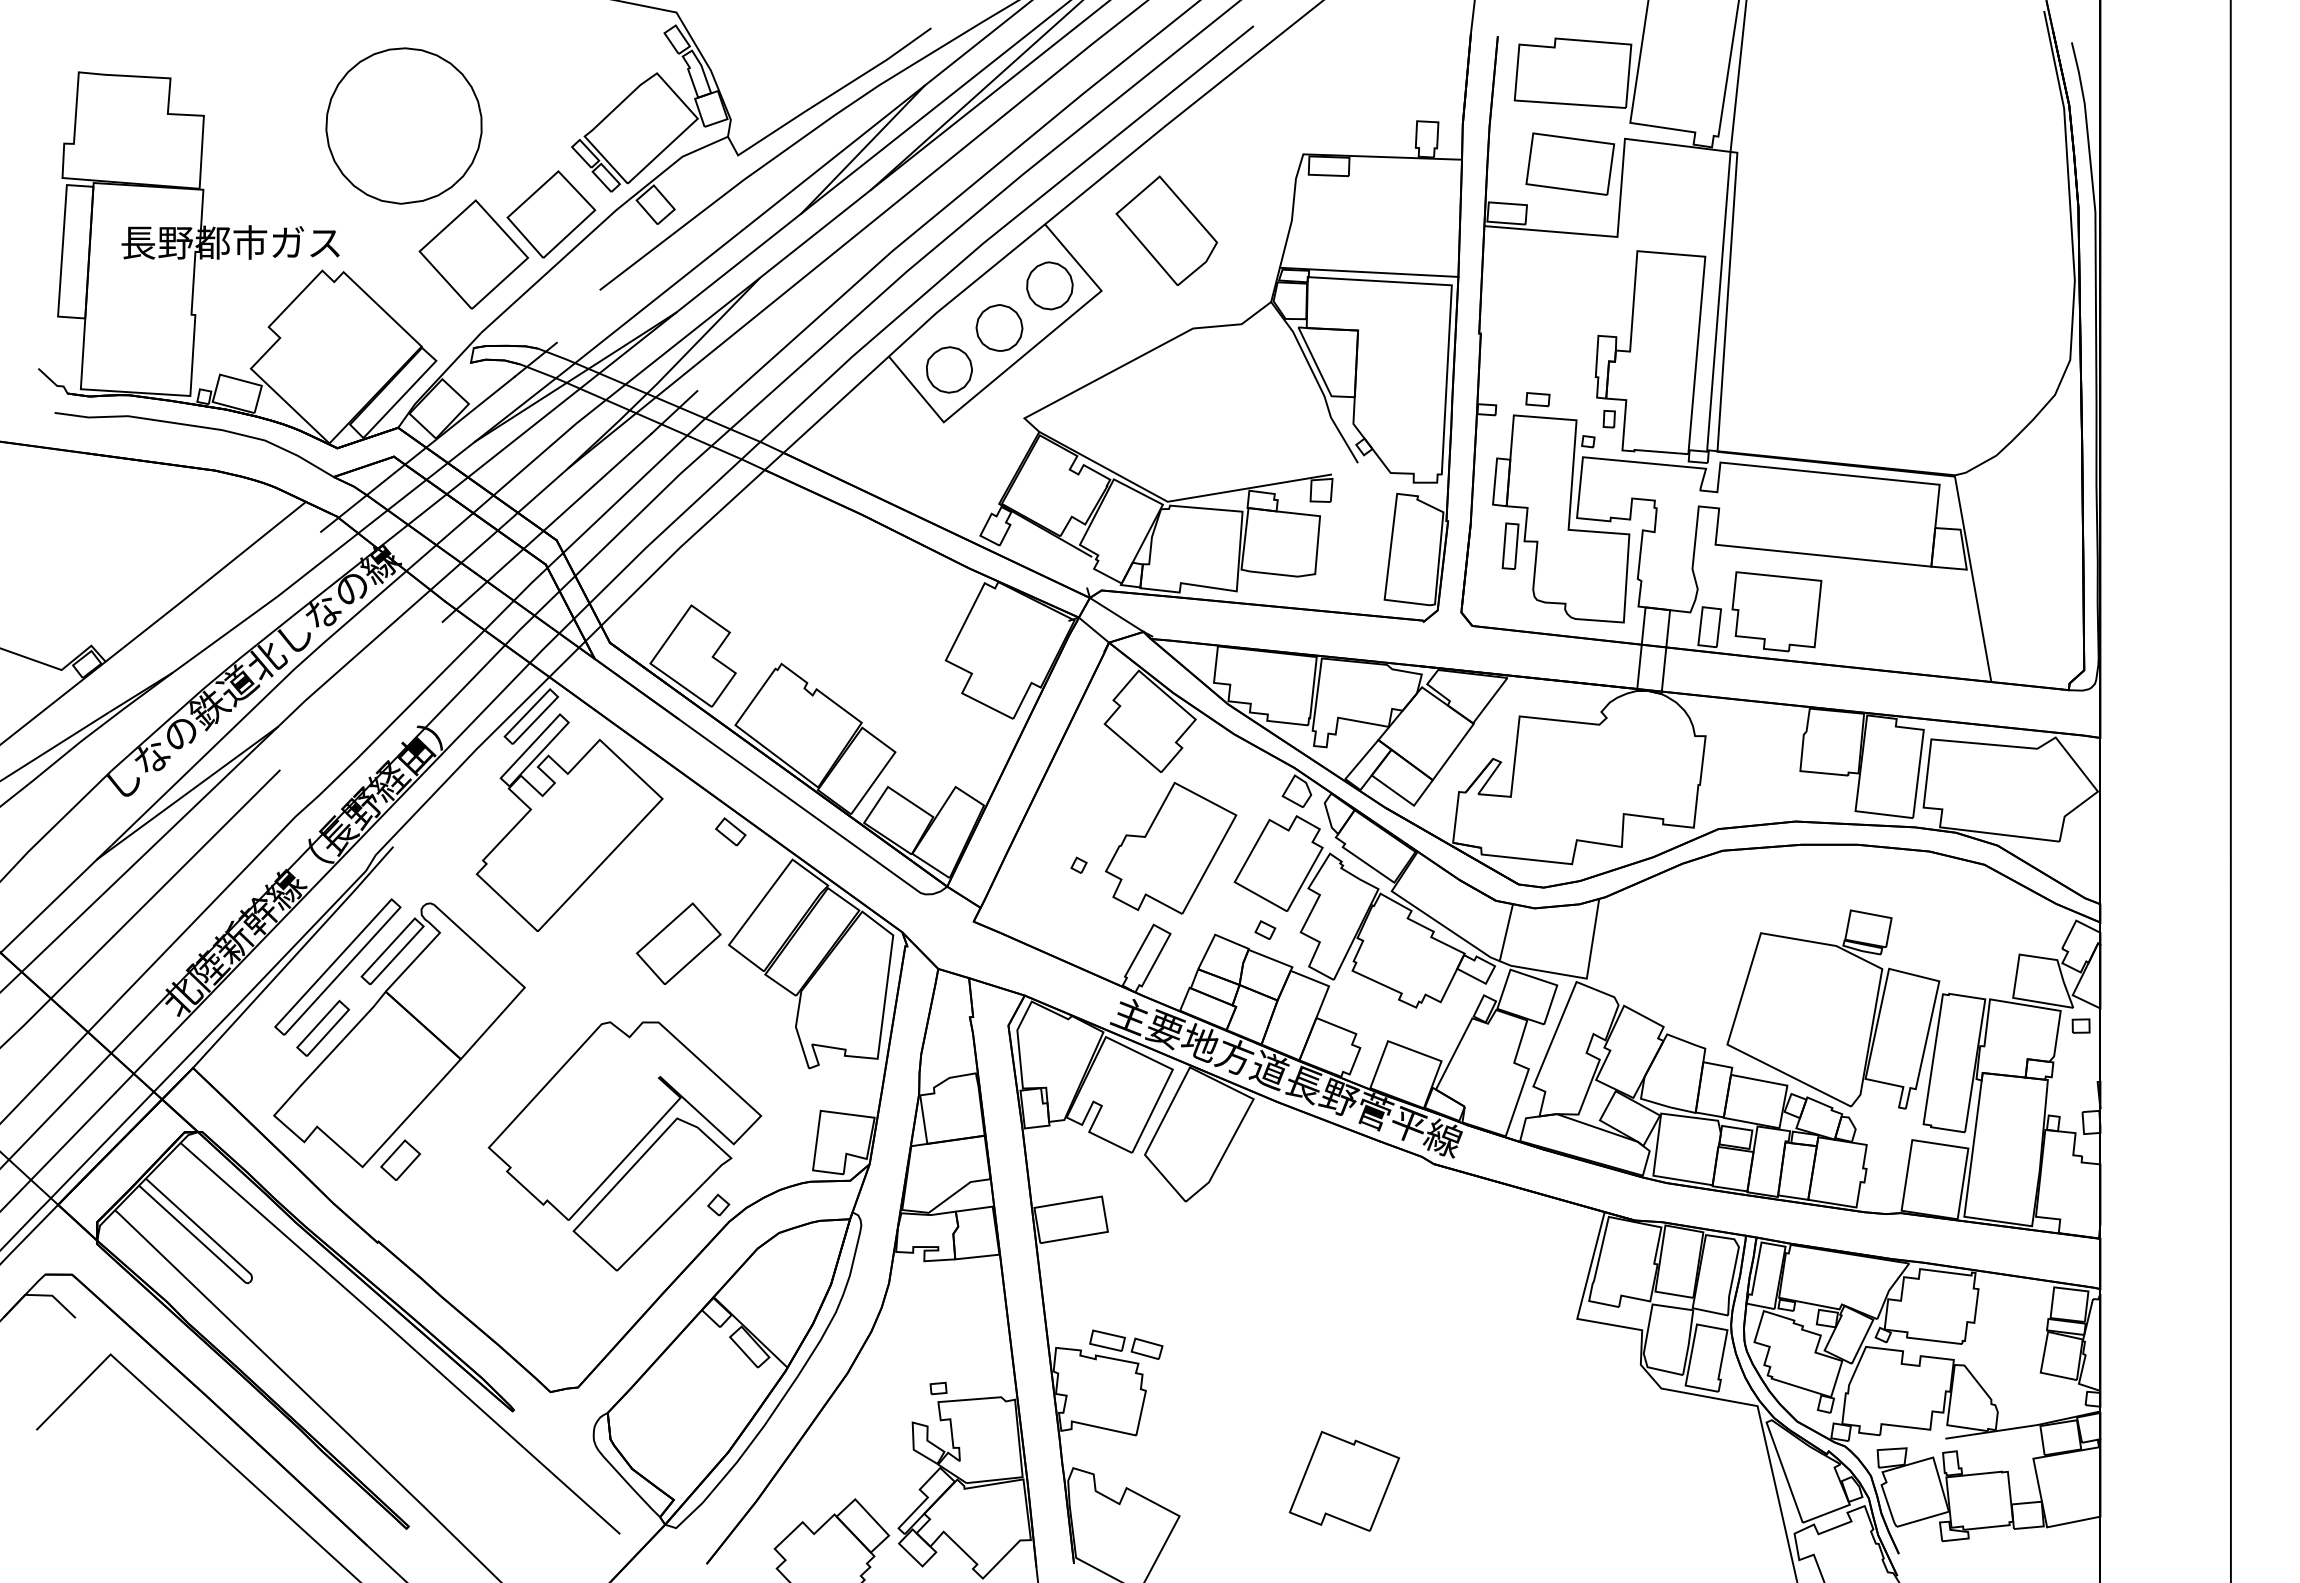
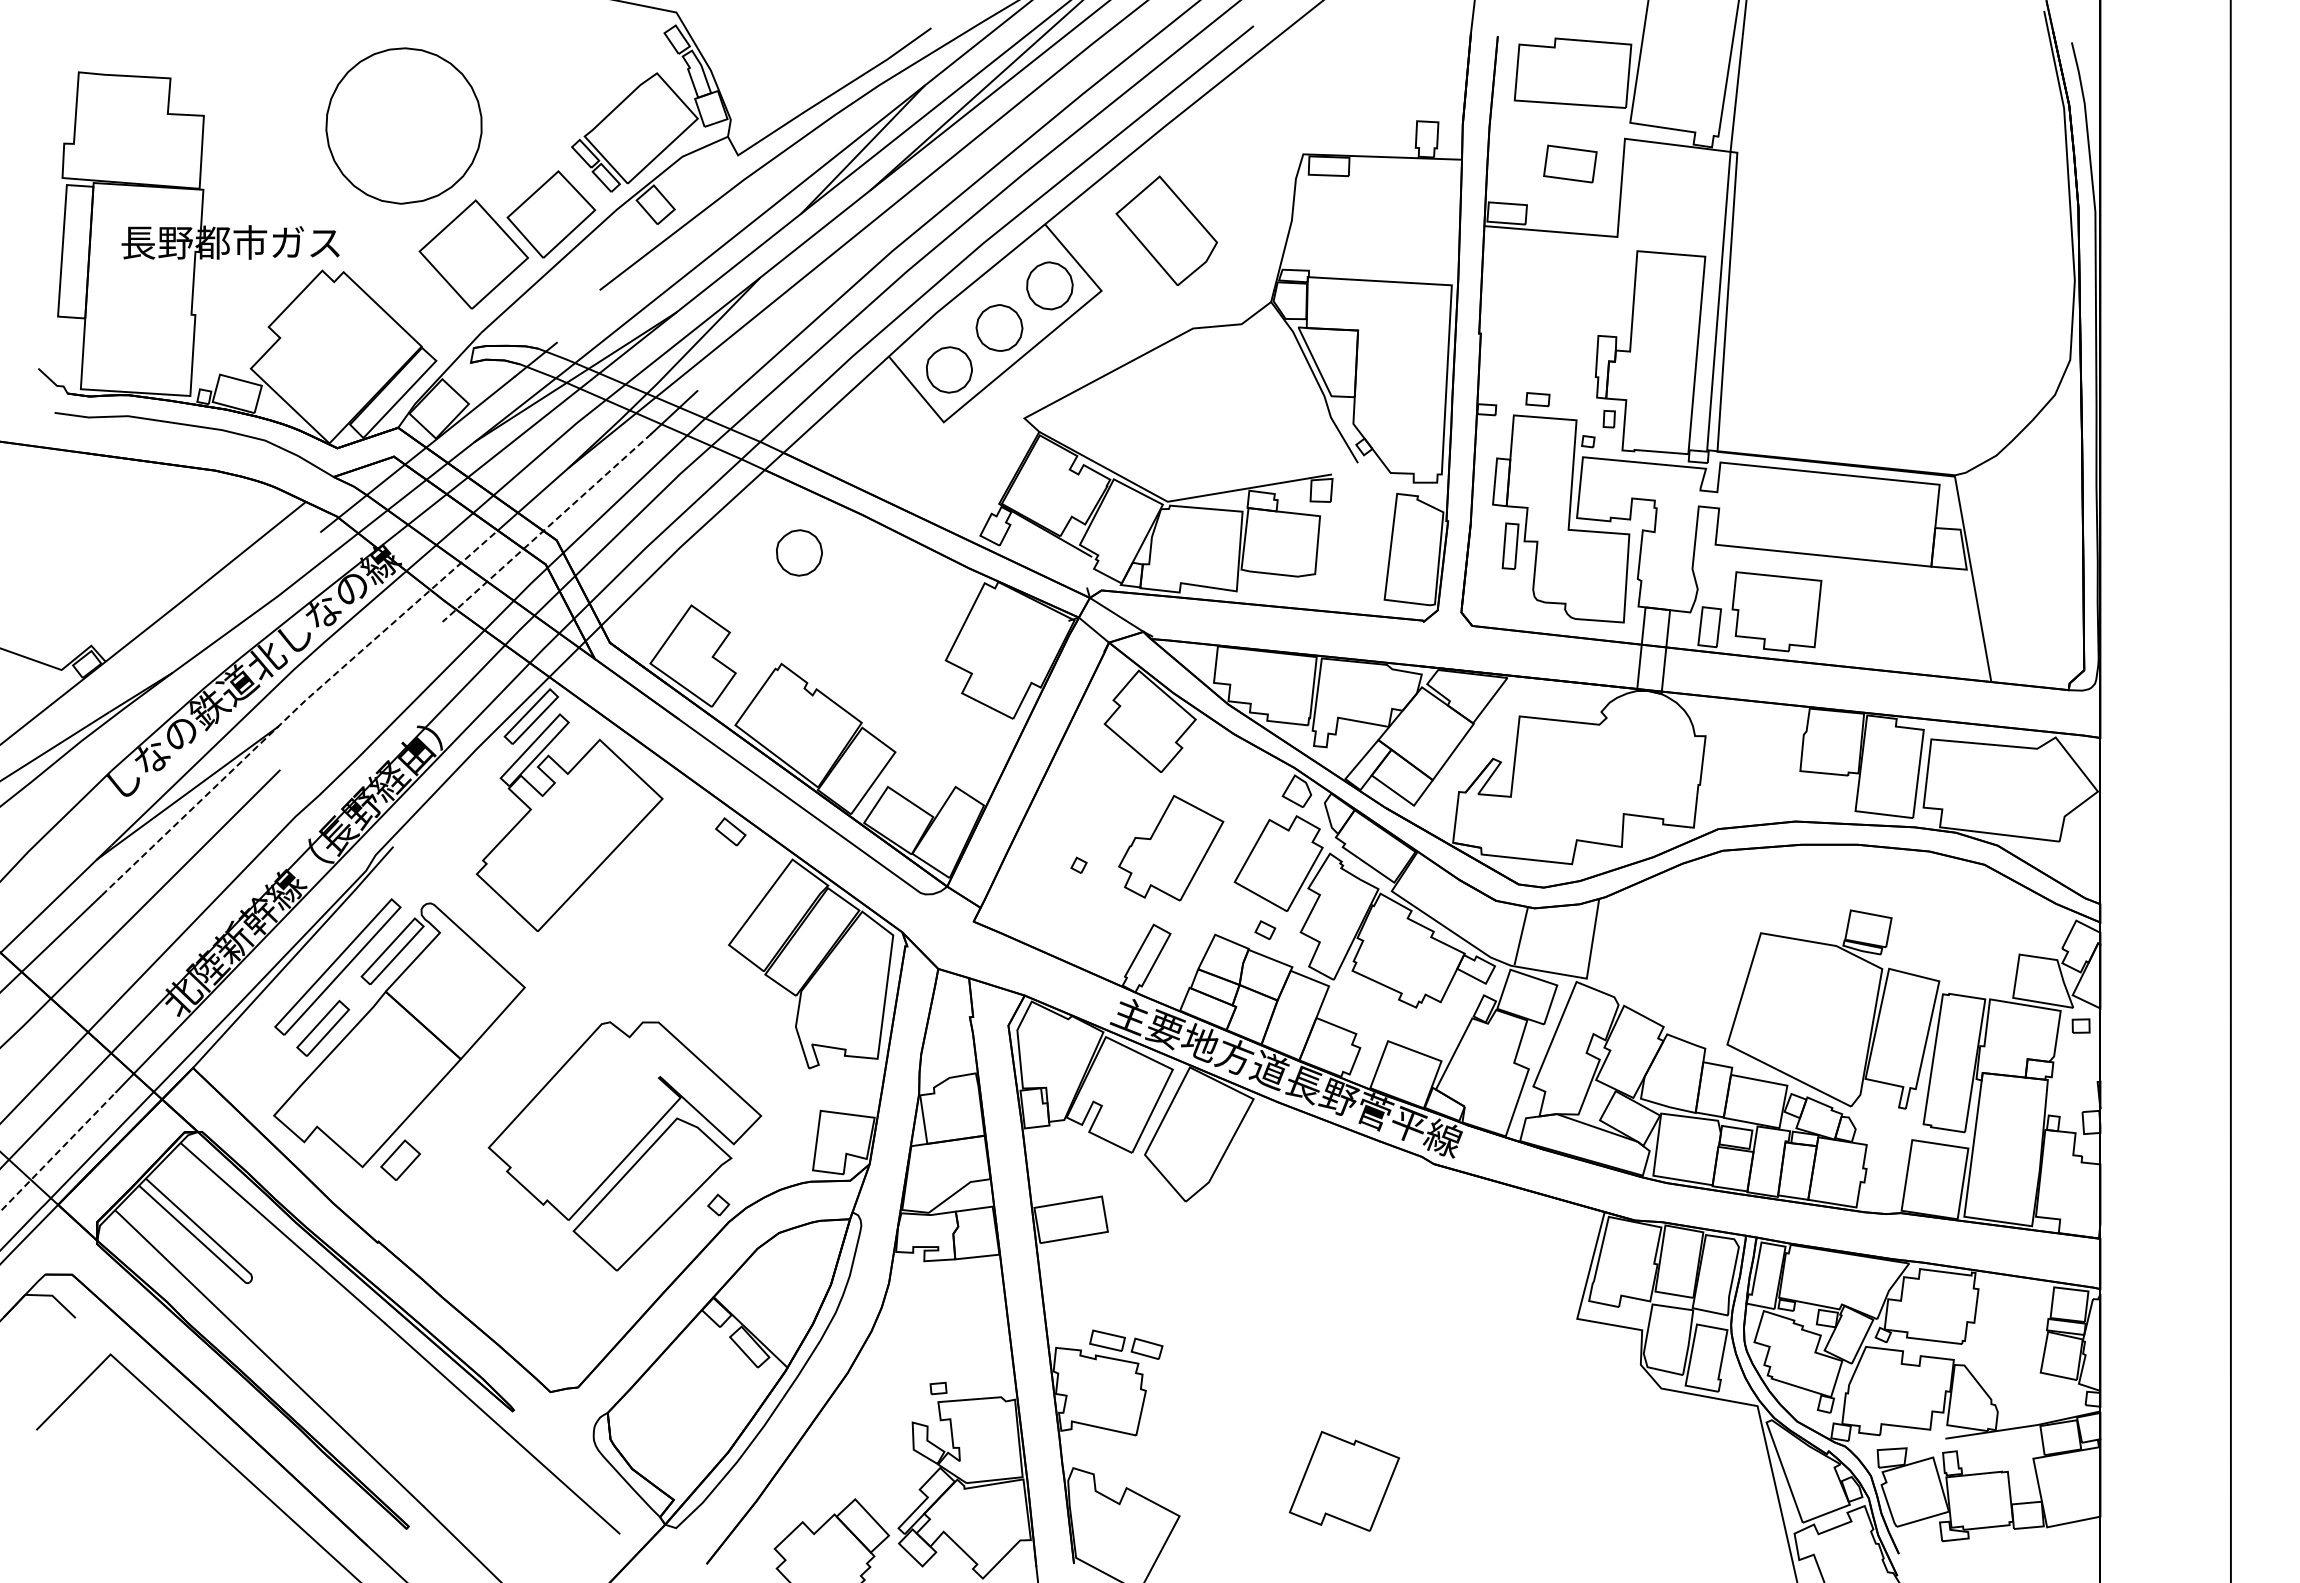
part at (1570, 163) size: 91x64 px -> 55x40 px
line at (1368, 271): present -> none
line at (546, 528): solid -> dashed
part at (799, 552): none -> present
line at (296, 709): solid -> dashed
part at (1171, 847) size: 133x134 px -> 107x108 px
line at (1505, 932) position: (1505, 932) -> (1520, 935)
part at (678, 943): present -> none
line at (57, 1152): solid -> dashed
